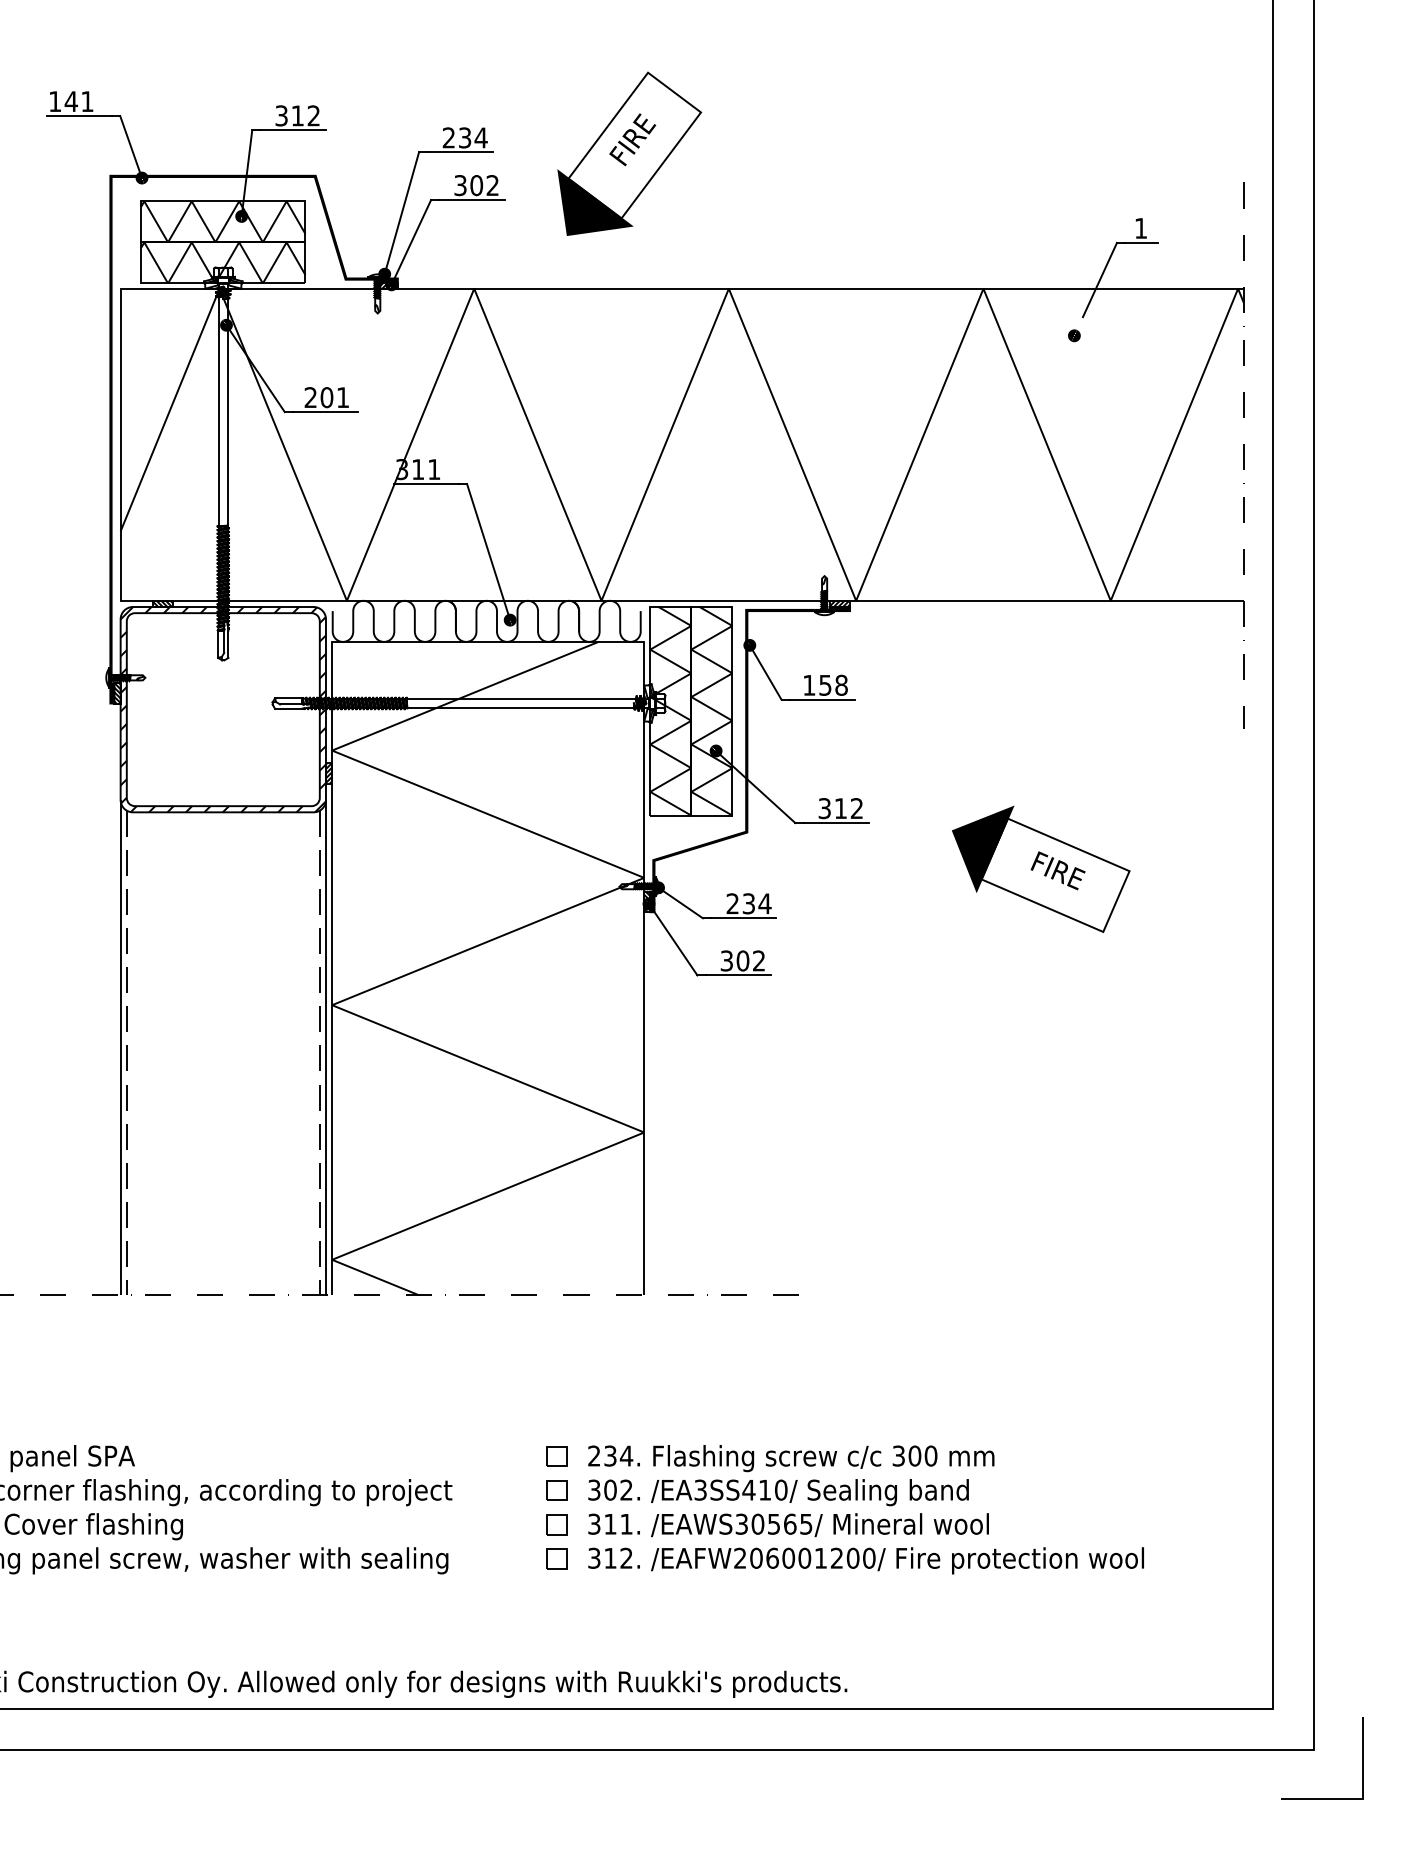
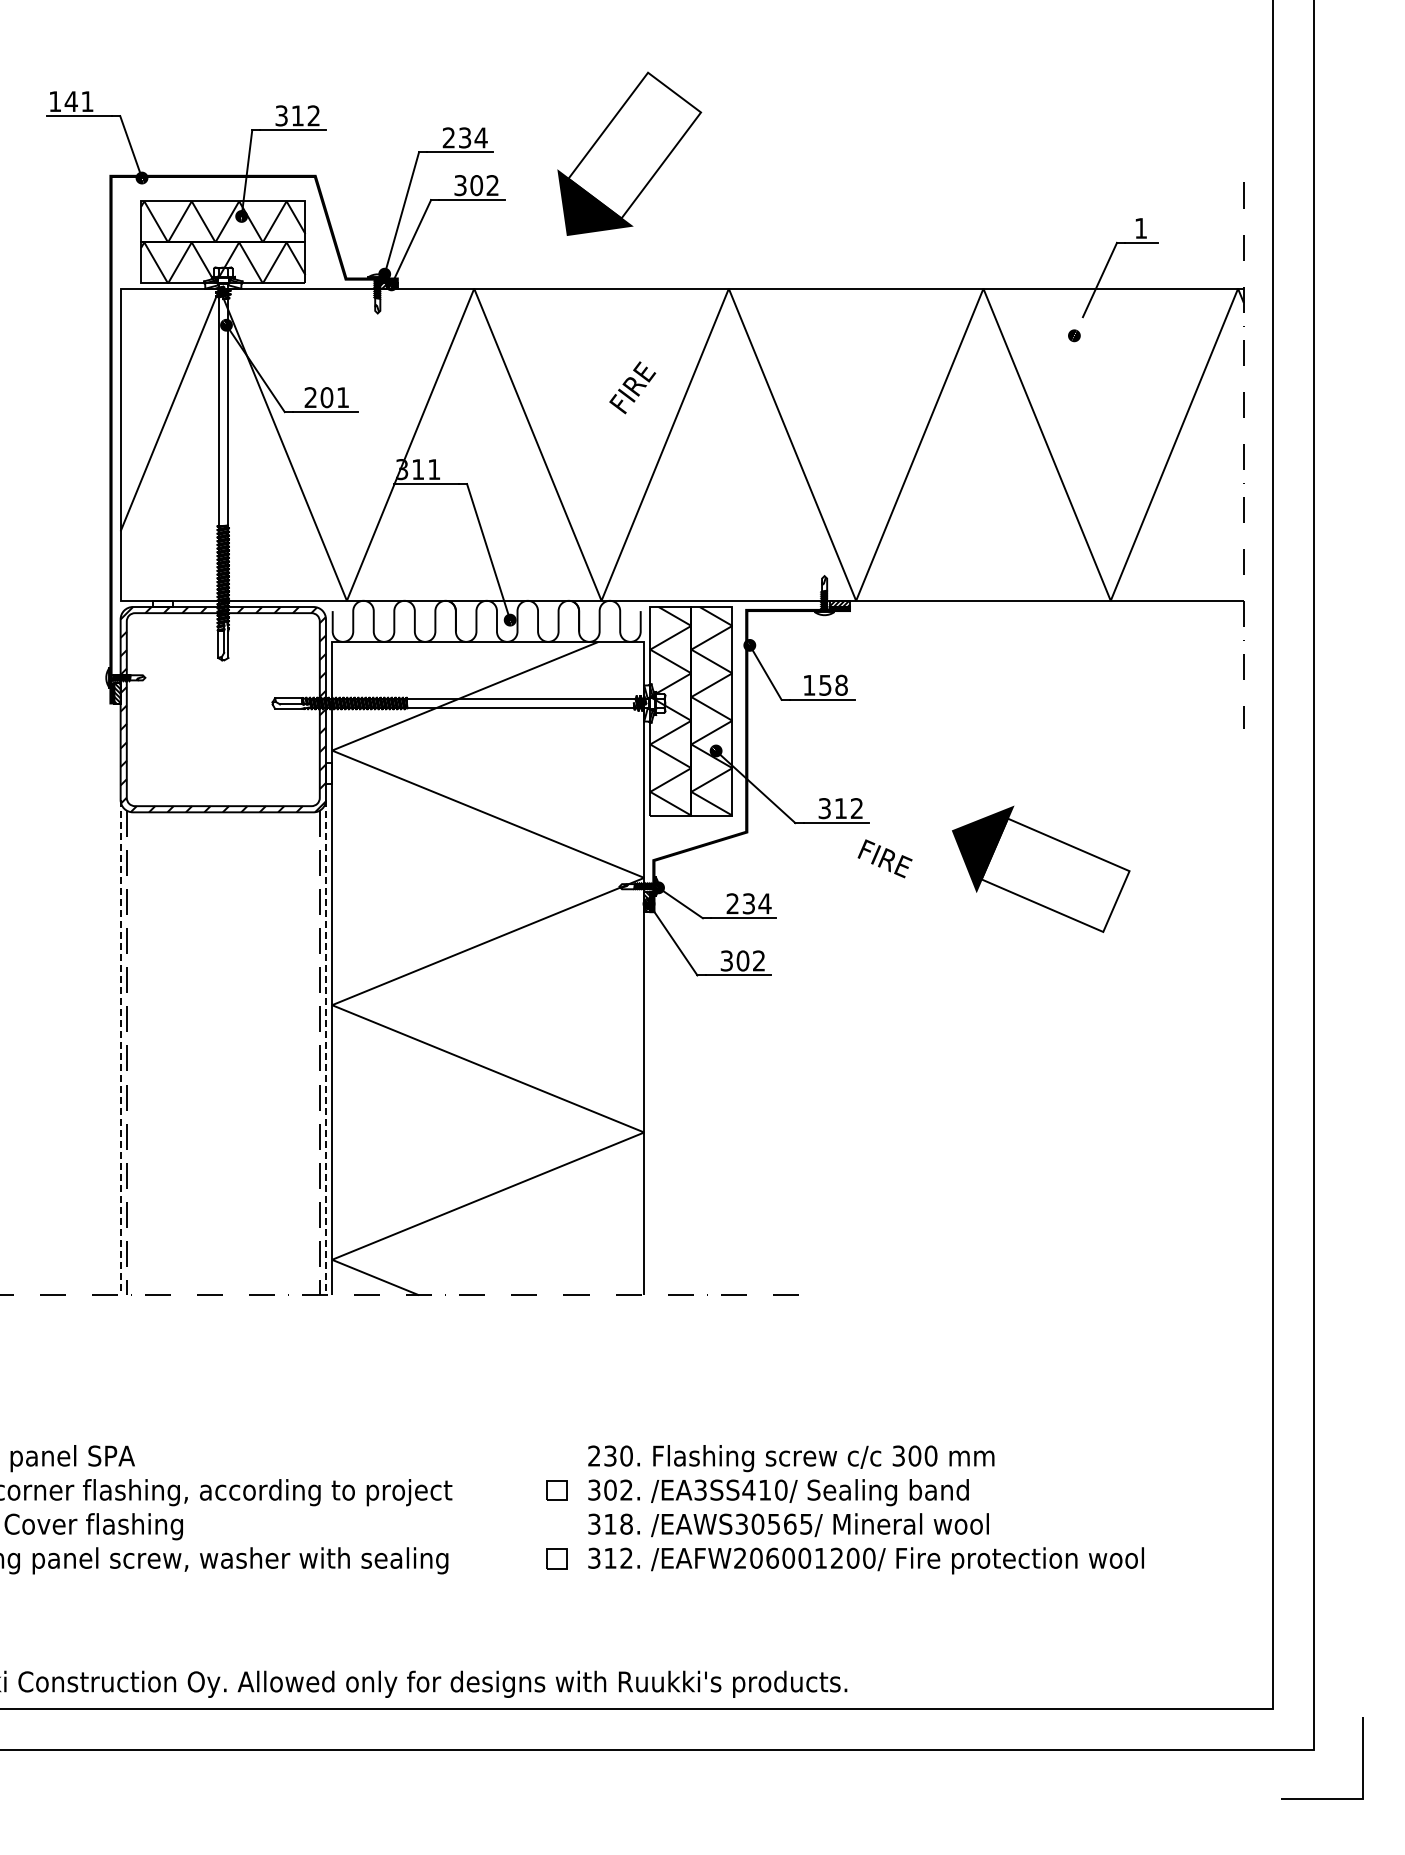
text at (632, 139) position: (632, 139) -> (632, 387)
hatch at (162, 603): present -> none
hatch at (328, 773): present -> none
text at (1057, 870) position: (1057, 870) -> (884, 858)
line at (120, 1047): solid -> dashed
line at (325, 1047): solid -> dashed
text at (626, 1455): 234. -> 230.
part at (556, 1456): present -> none
text at (626, 1523): 311. -> 318.
part at (556, 1524): present -> none
